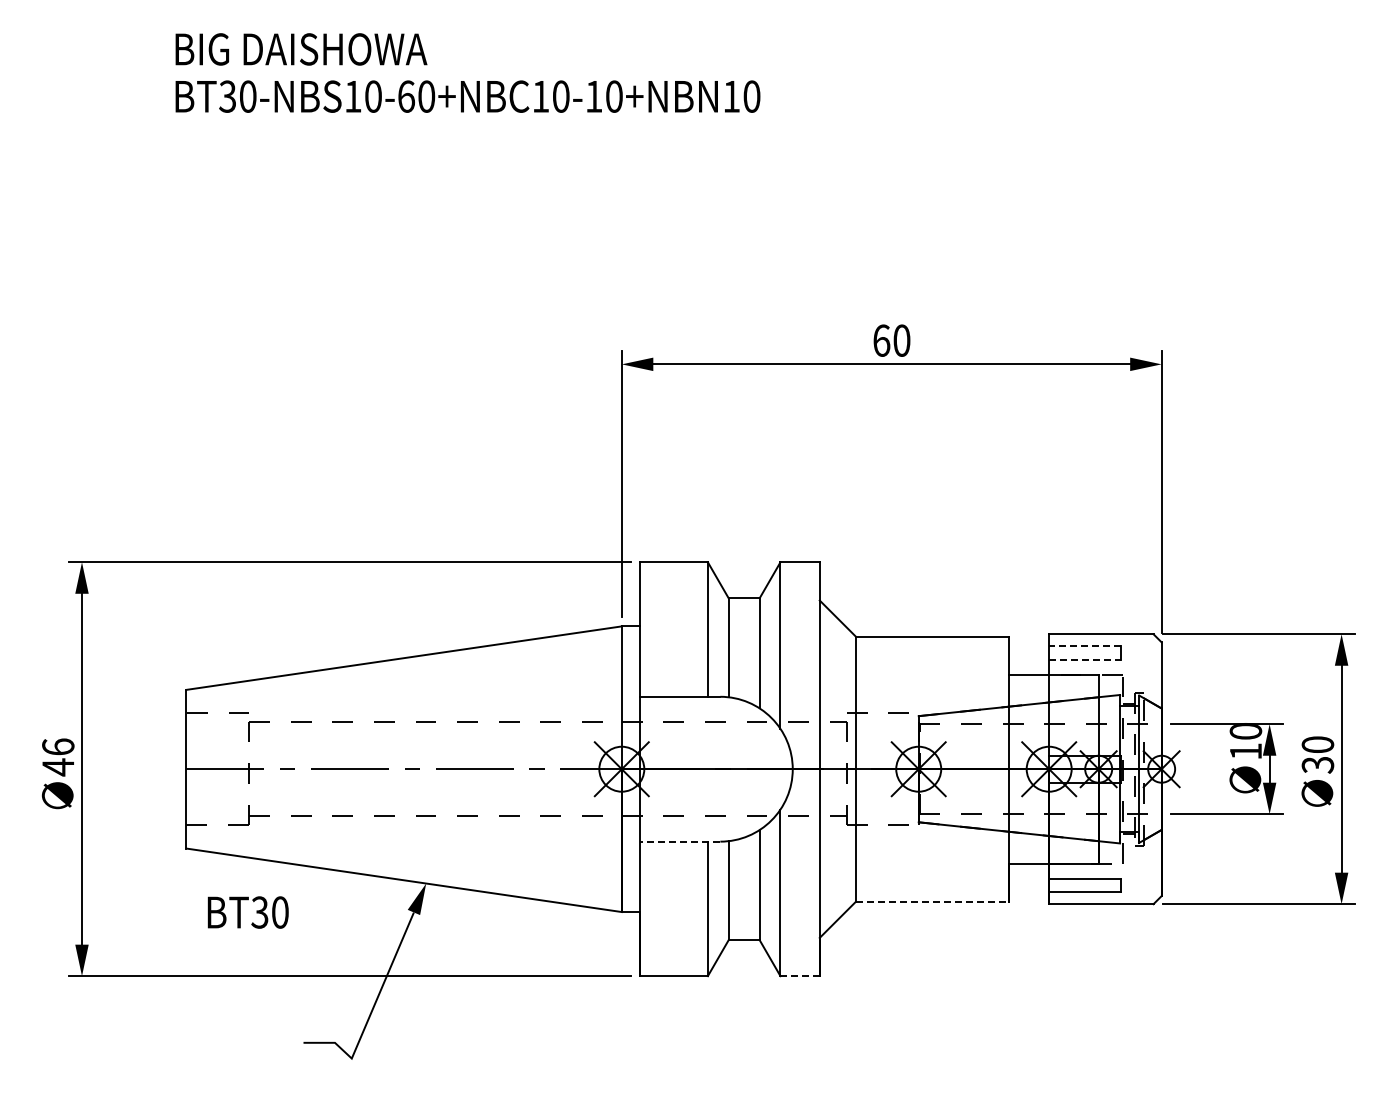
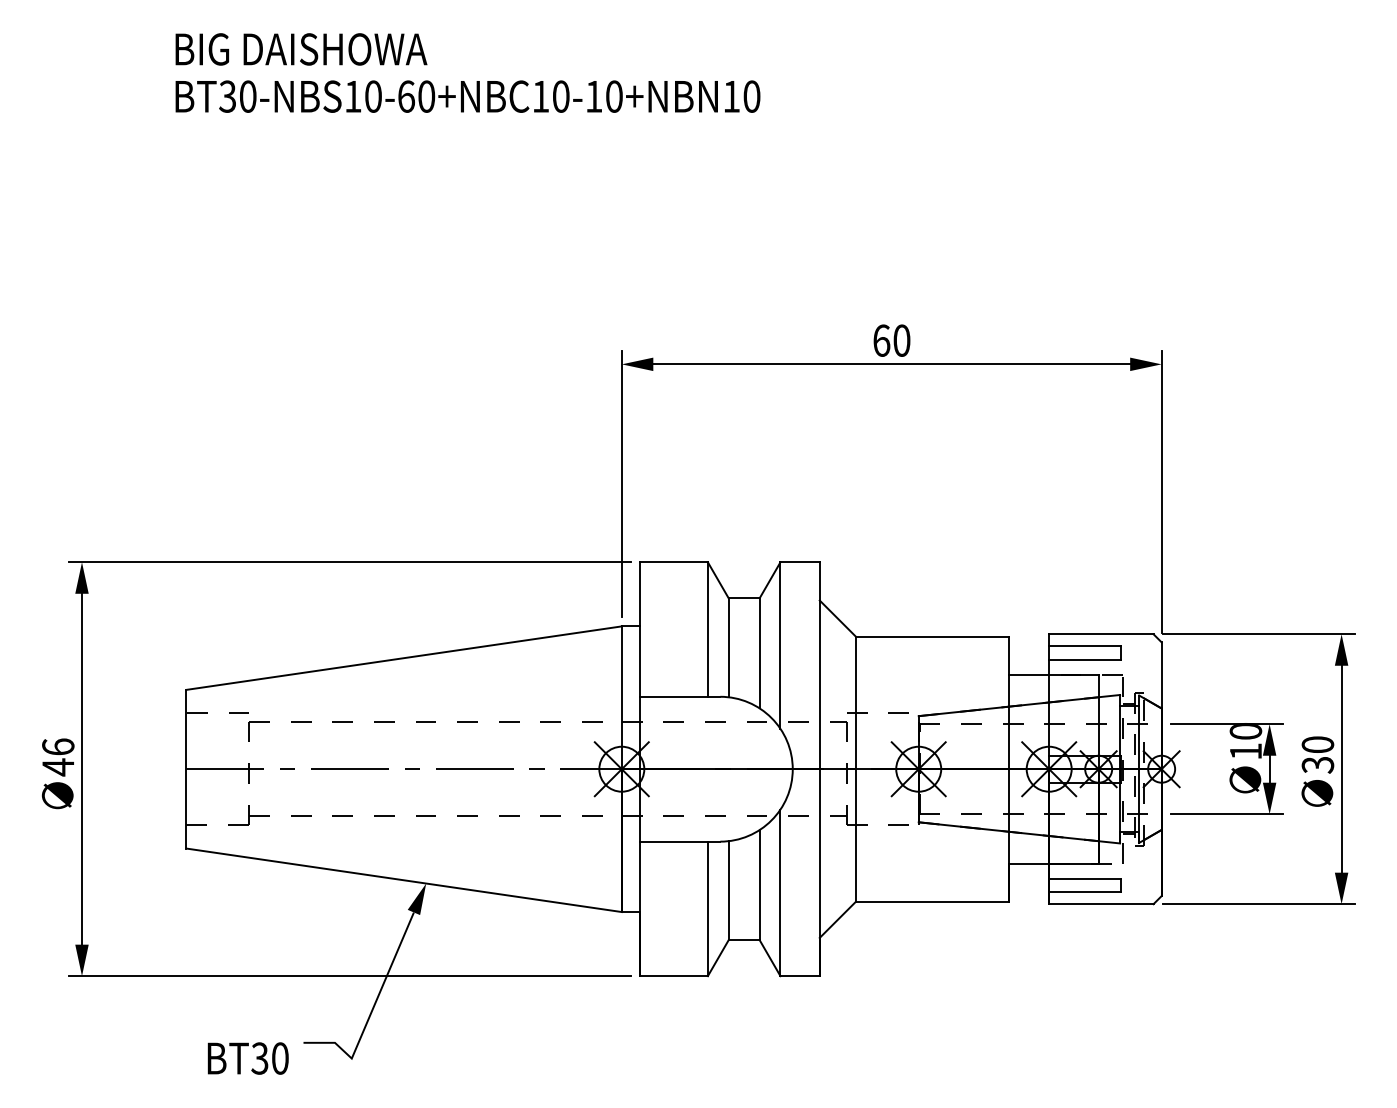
line at (1085, 646): dashed -> solid
line at (1085, 659): dashed -> solid
line at (679, 841): dashed -> solid
line at (932, 901): dashed -> solid
text at (247, 912) position: (247, 912) -> (247, 1058)
line at (800, 976): dashed -> solid
